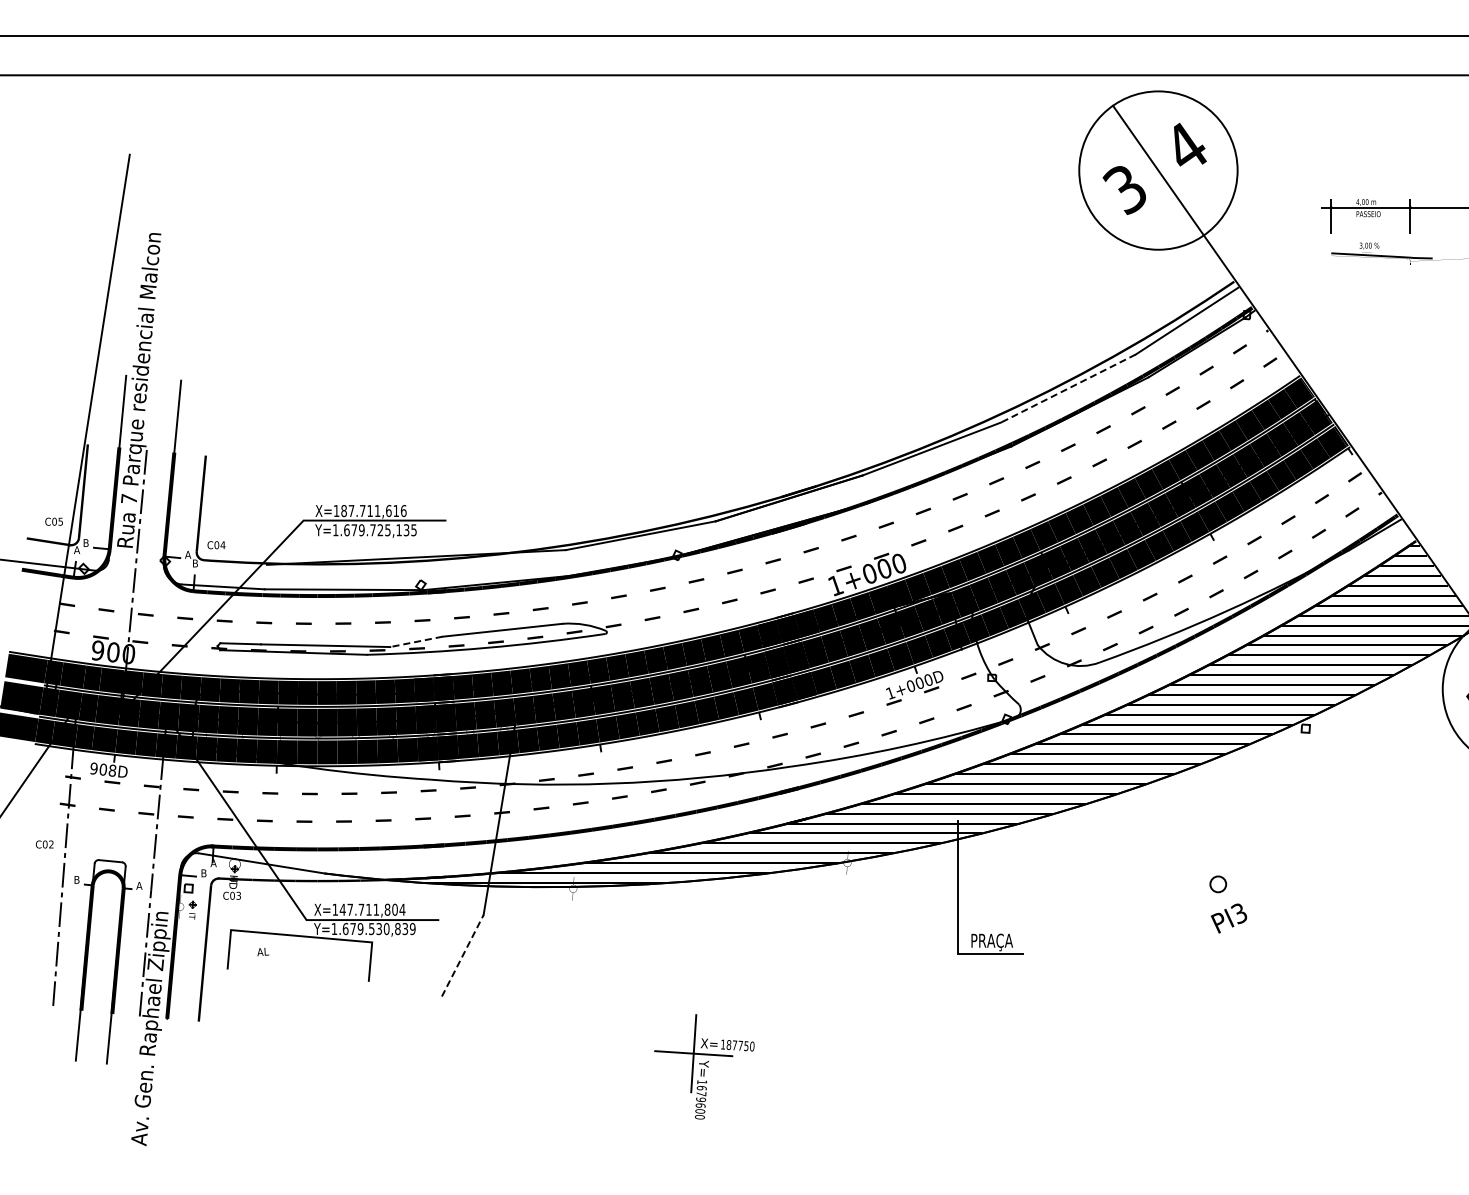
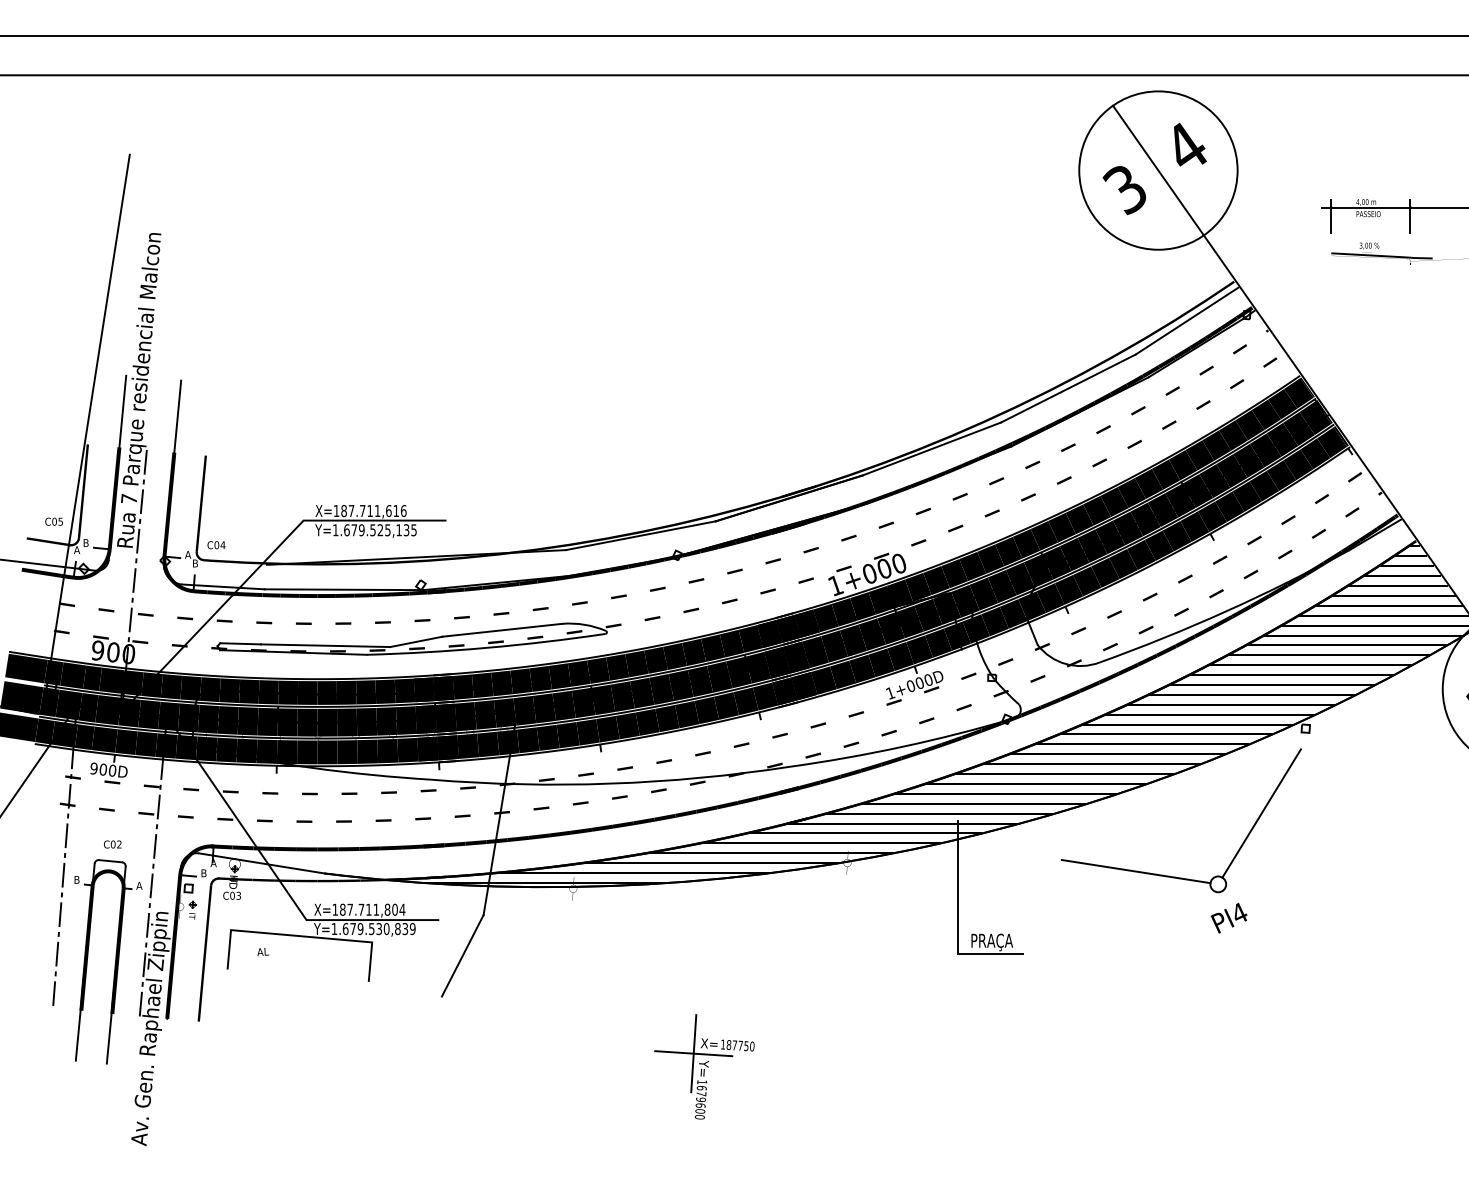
line at (1067, 388): dashed -> solid
text at (372, 530): Y=1.679.725,135 -> Y=1.679.525,135
line at (416, 641): dashed -> solid
text at (112, 770): 908D -> 900D
line at (1261, 813): none -> present
text at (44, 844) position: (44, 844) -> (112, 844)
line at (1135, 871): none -> present
text at (342, 909): X=147.711,804 -> X=187.711,804
text at (1239, 913): PI3 -> PI4
line at (462, 955): dashed -> solid
